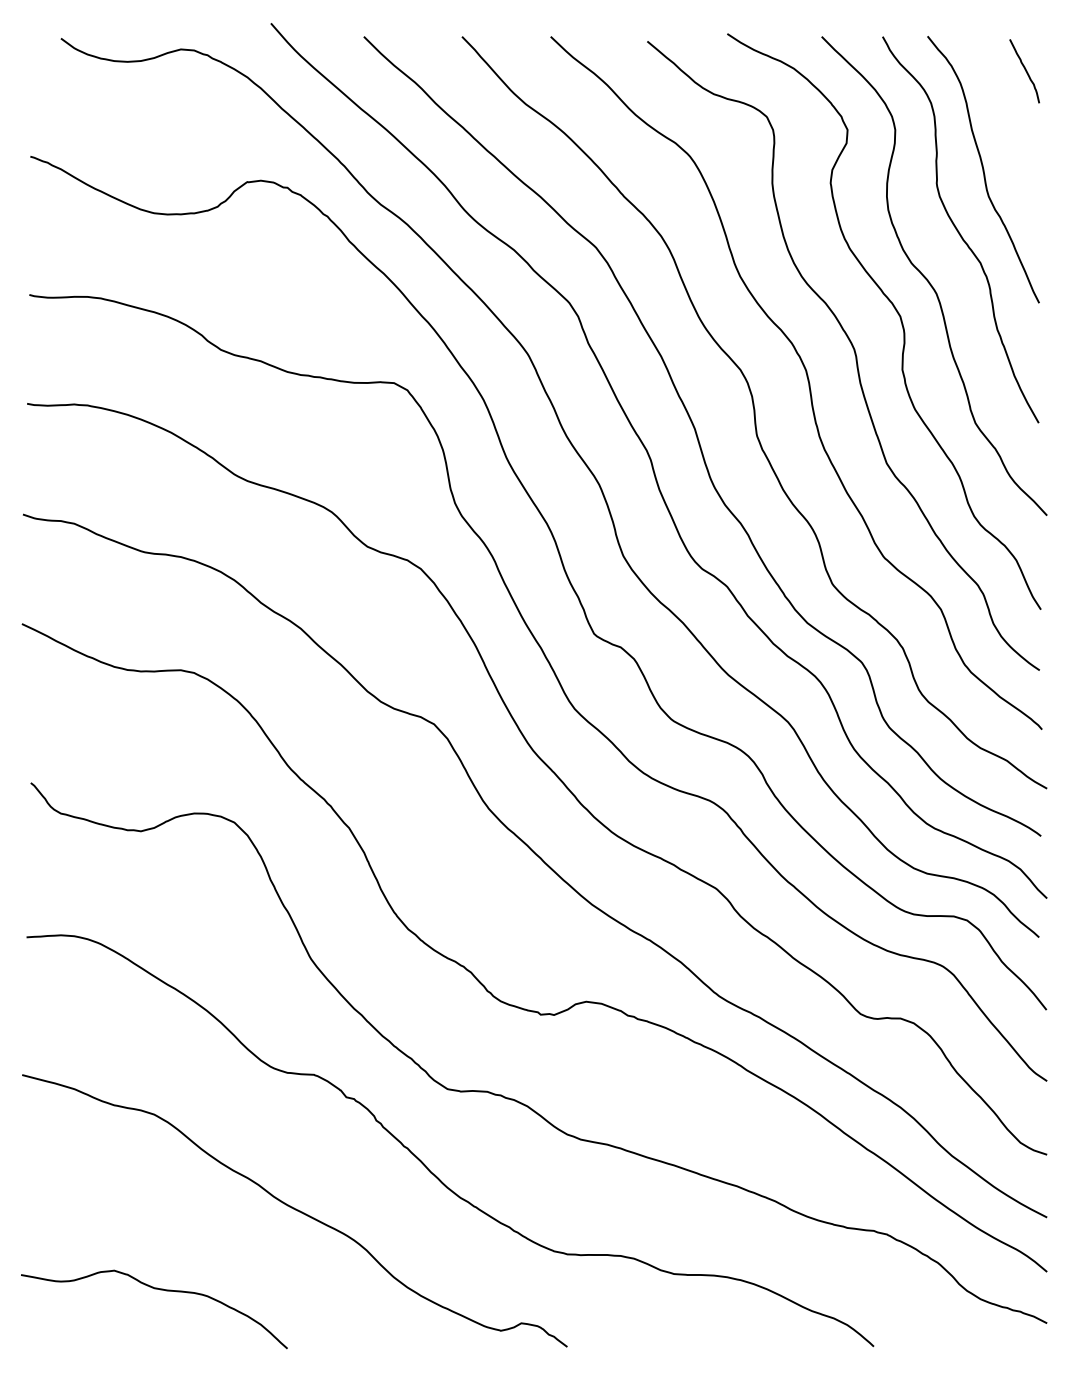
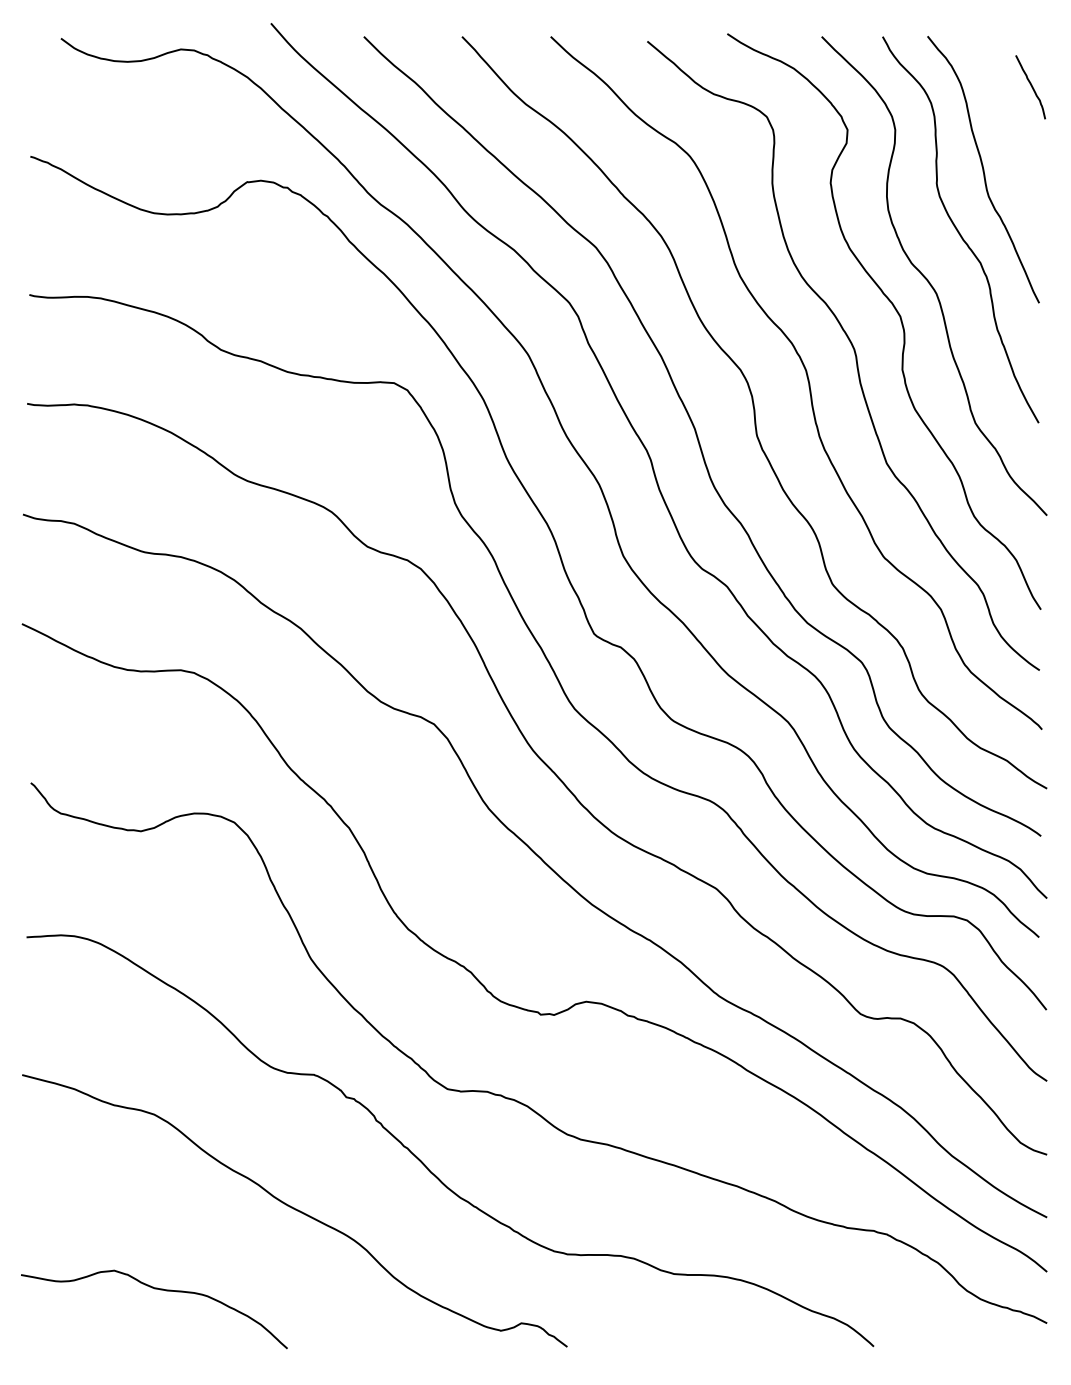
curve at (1025, 71) position: (1025, 71) -> (1031, 87)
